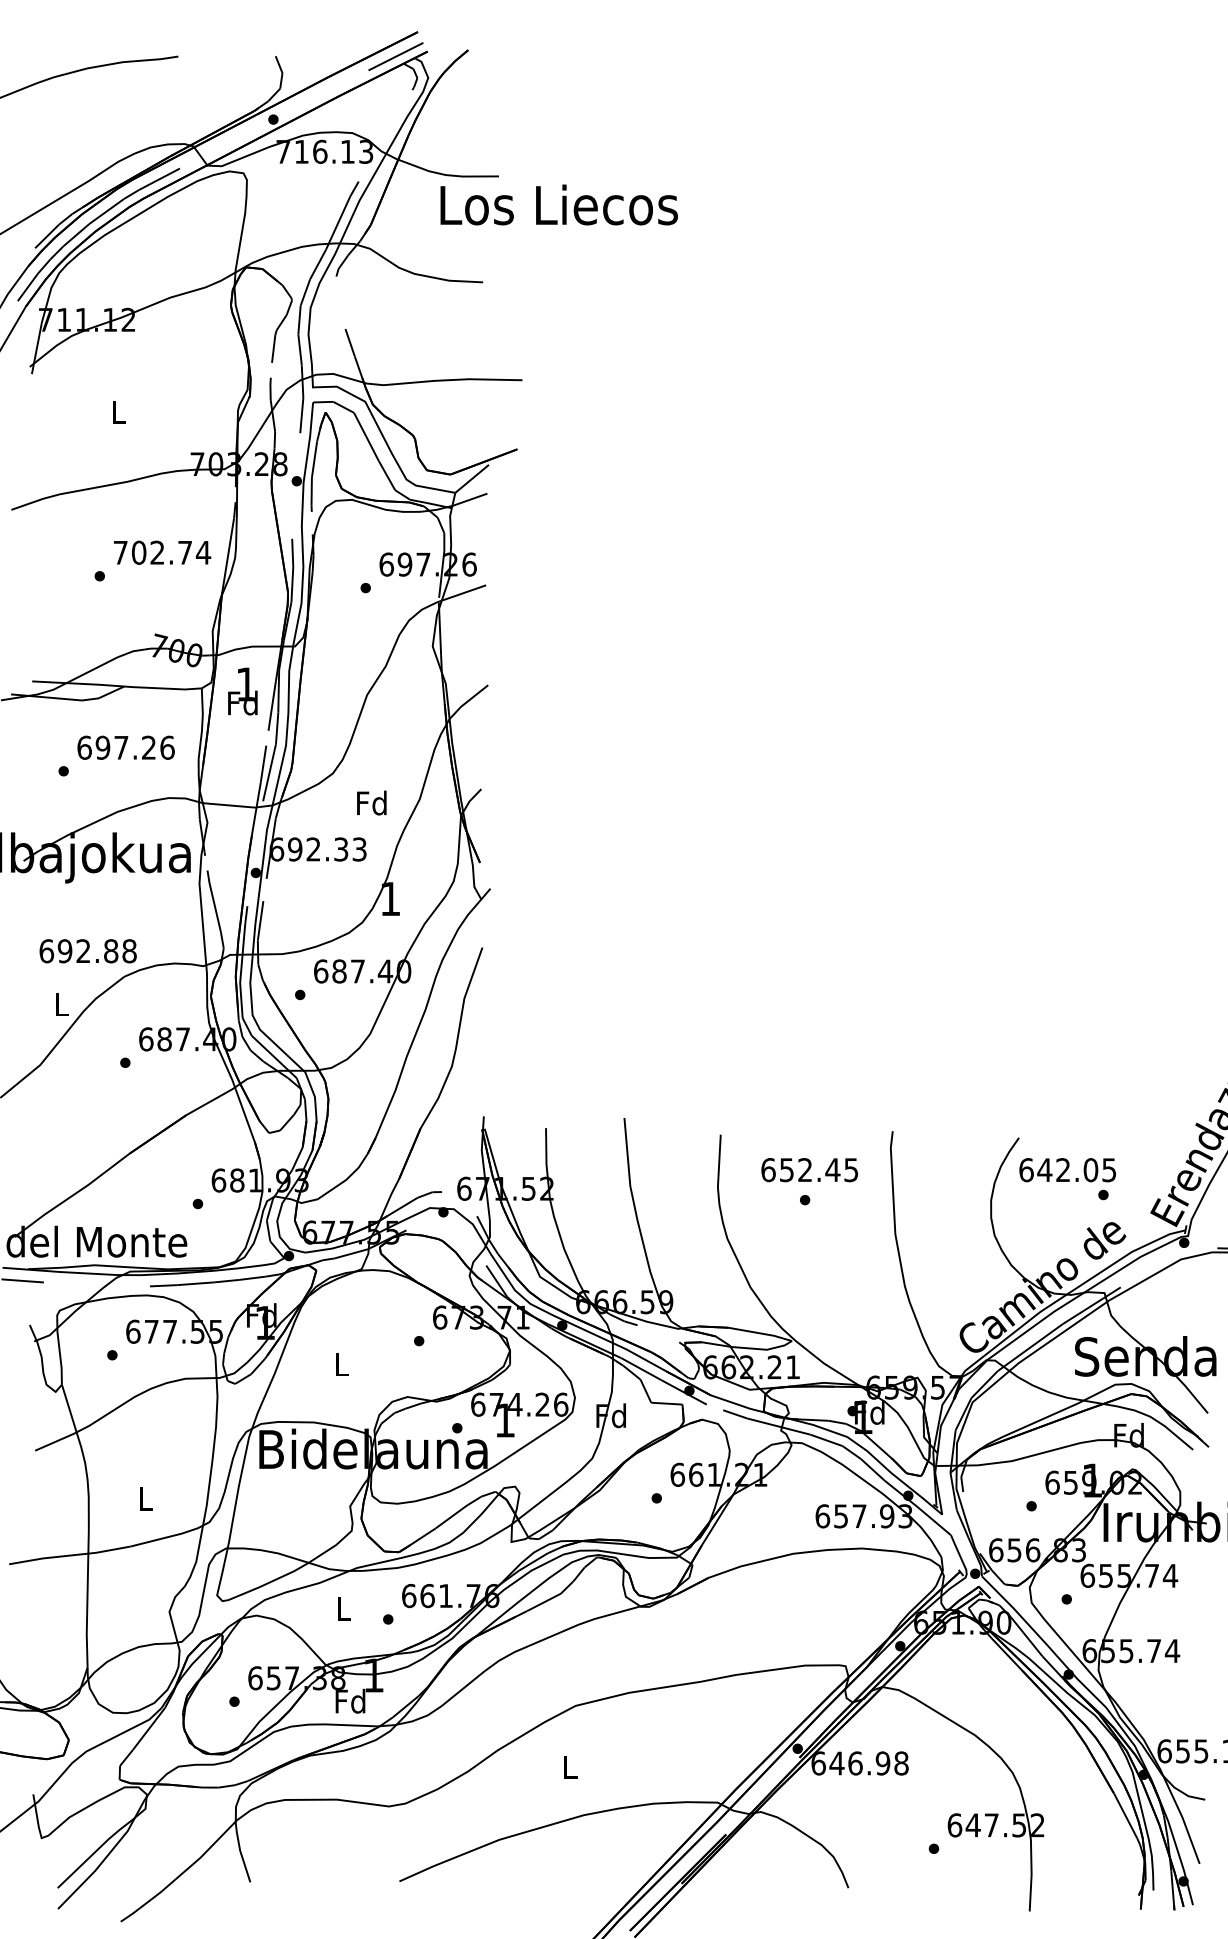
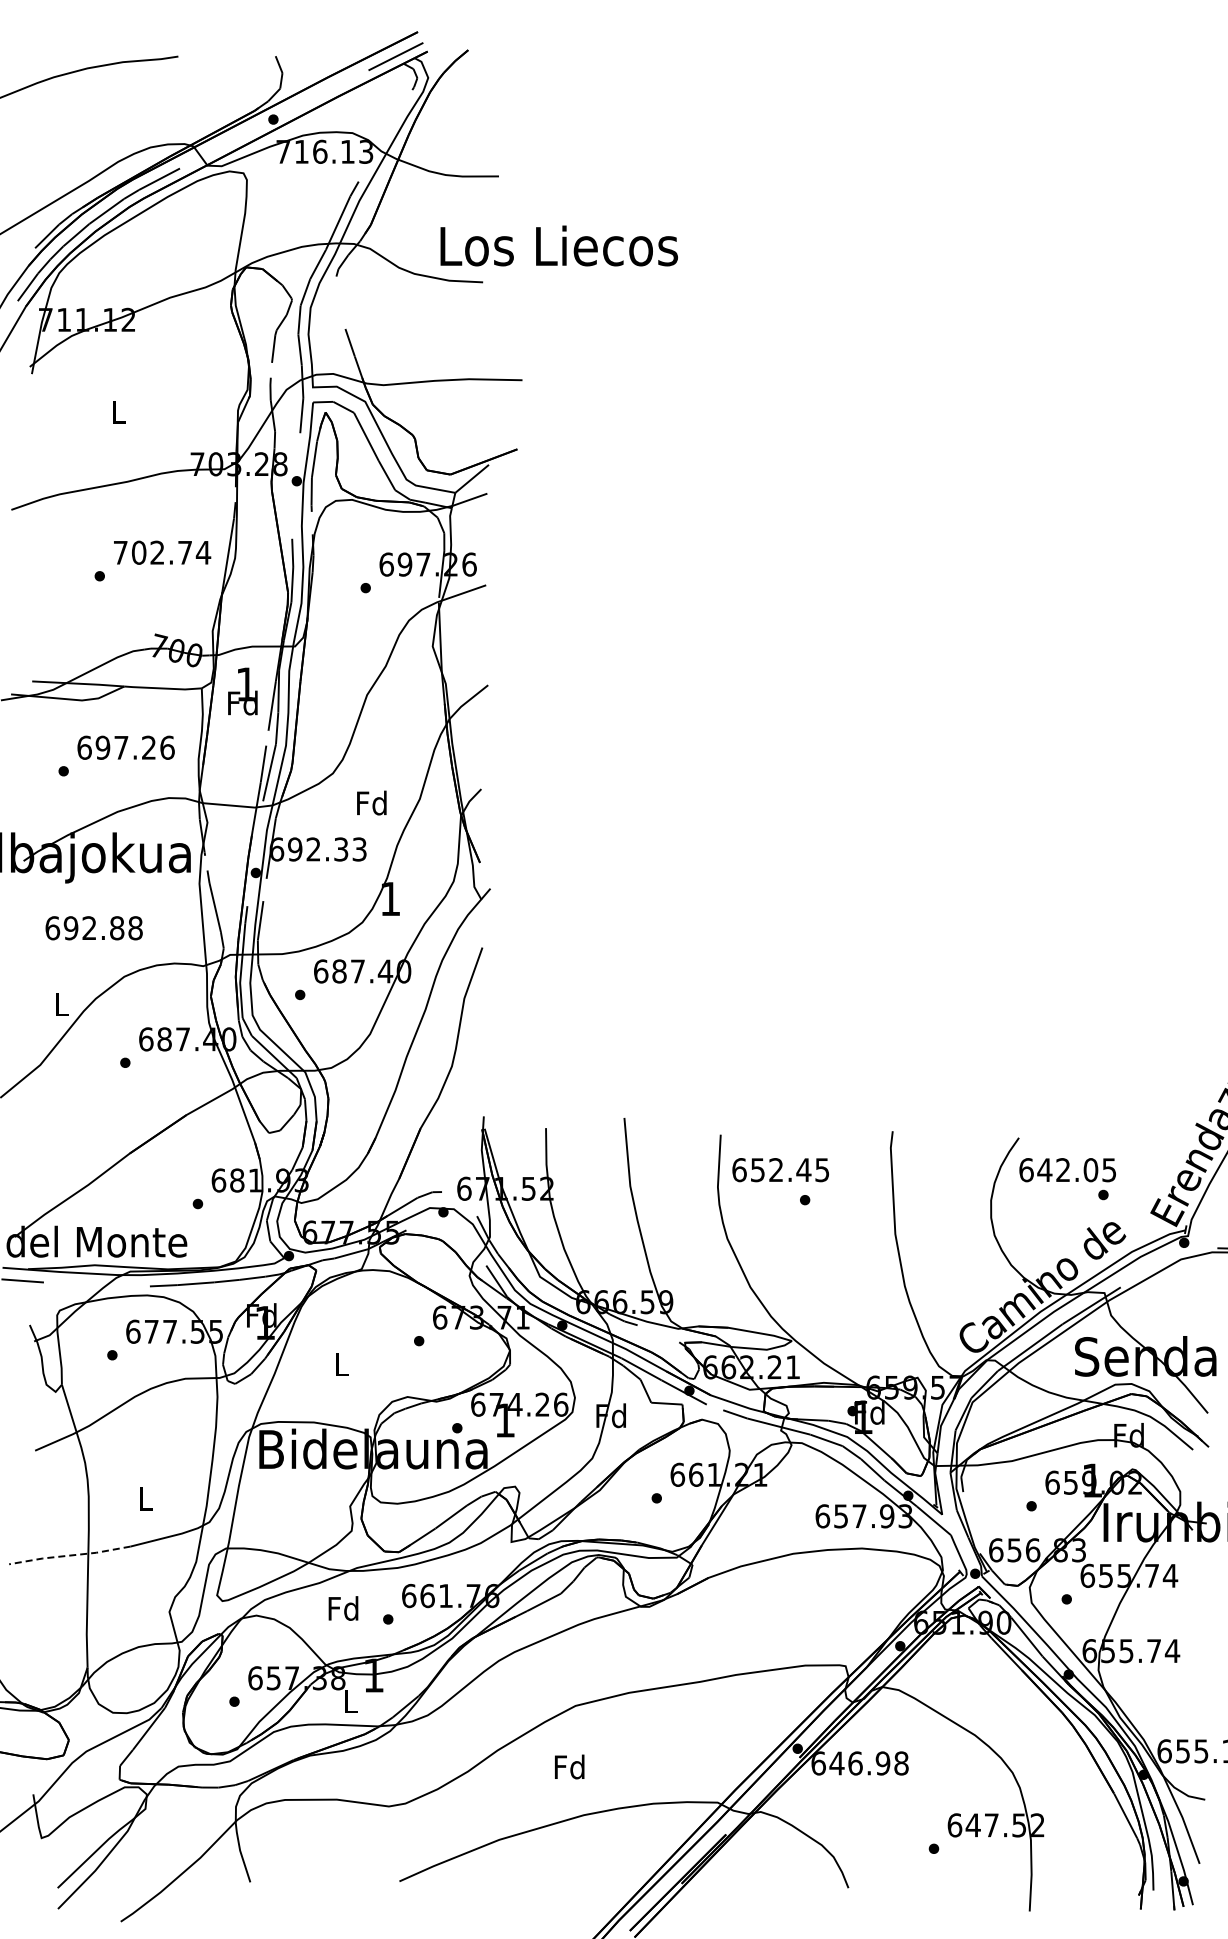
text at (558, 204) position: (558, 204) -> (558, 245)
text at (87, 951) position: (87, 951) -> (93, 928)
text at (809, 1170) position: (809, 1170) -> (780, 1170)
line at (69, 1555): solid -> dashed
text at (343, 1608): L -> Fd
text at (350, 1700): Fd -> L
text at (569, 1766): L -> Fd
